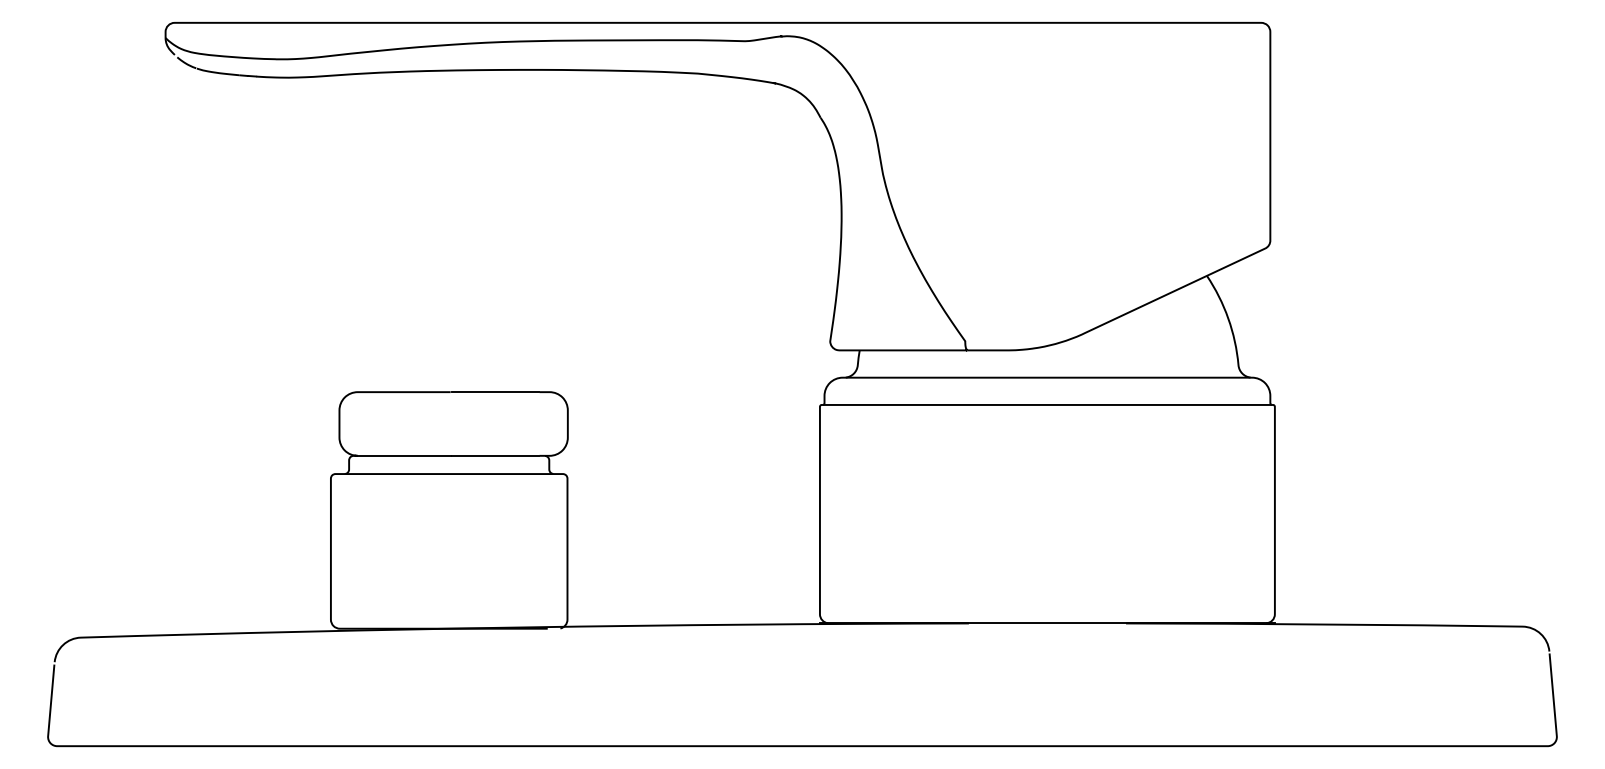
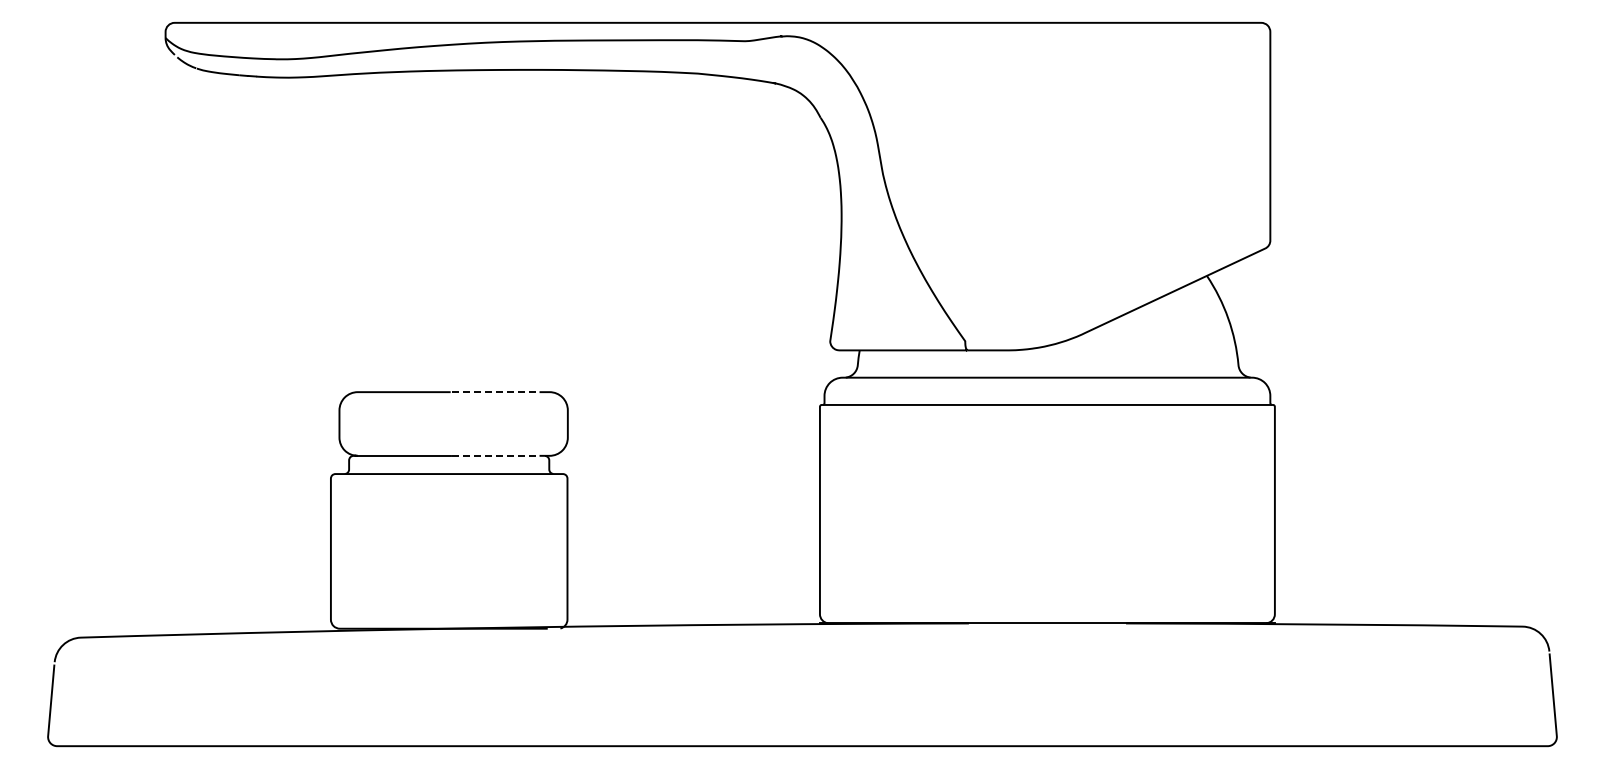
line at (495, 392): solid -> dashed
line at (495, 455): solid -> dashed
